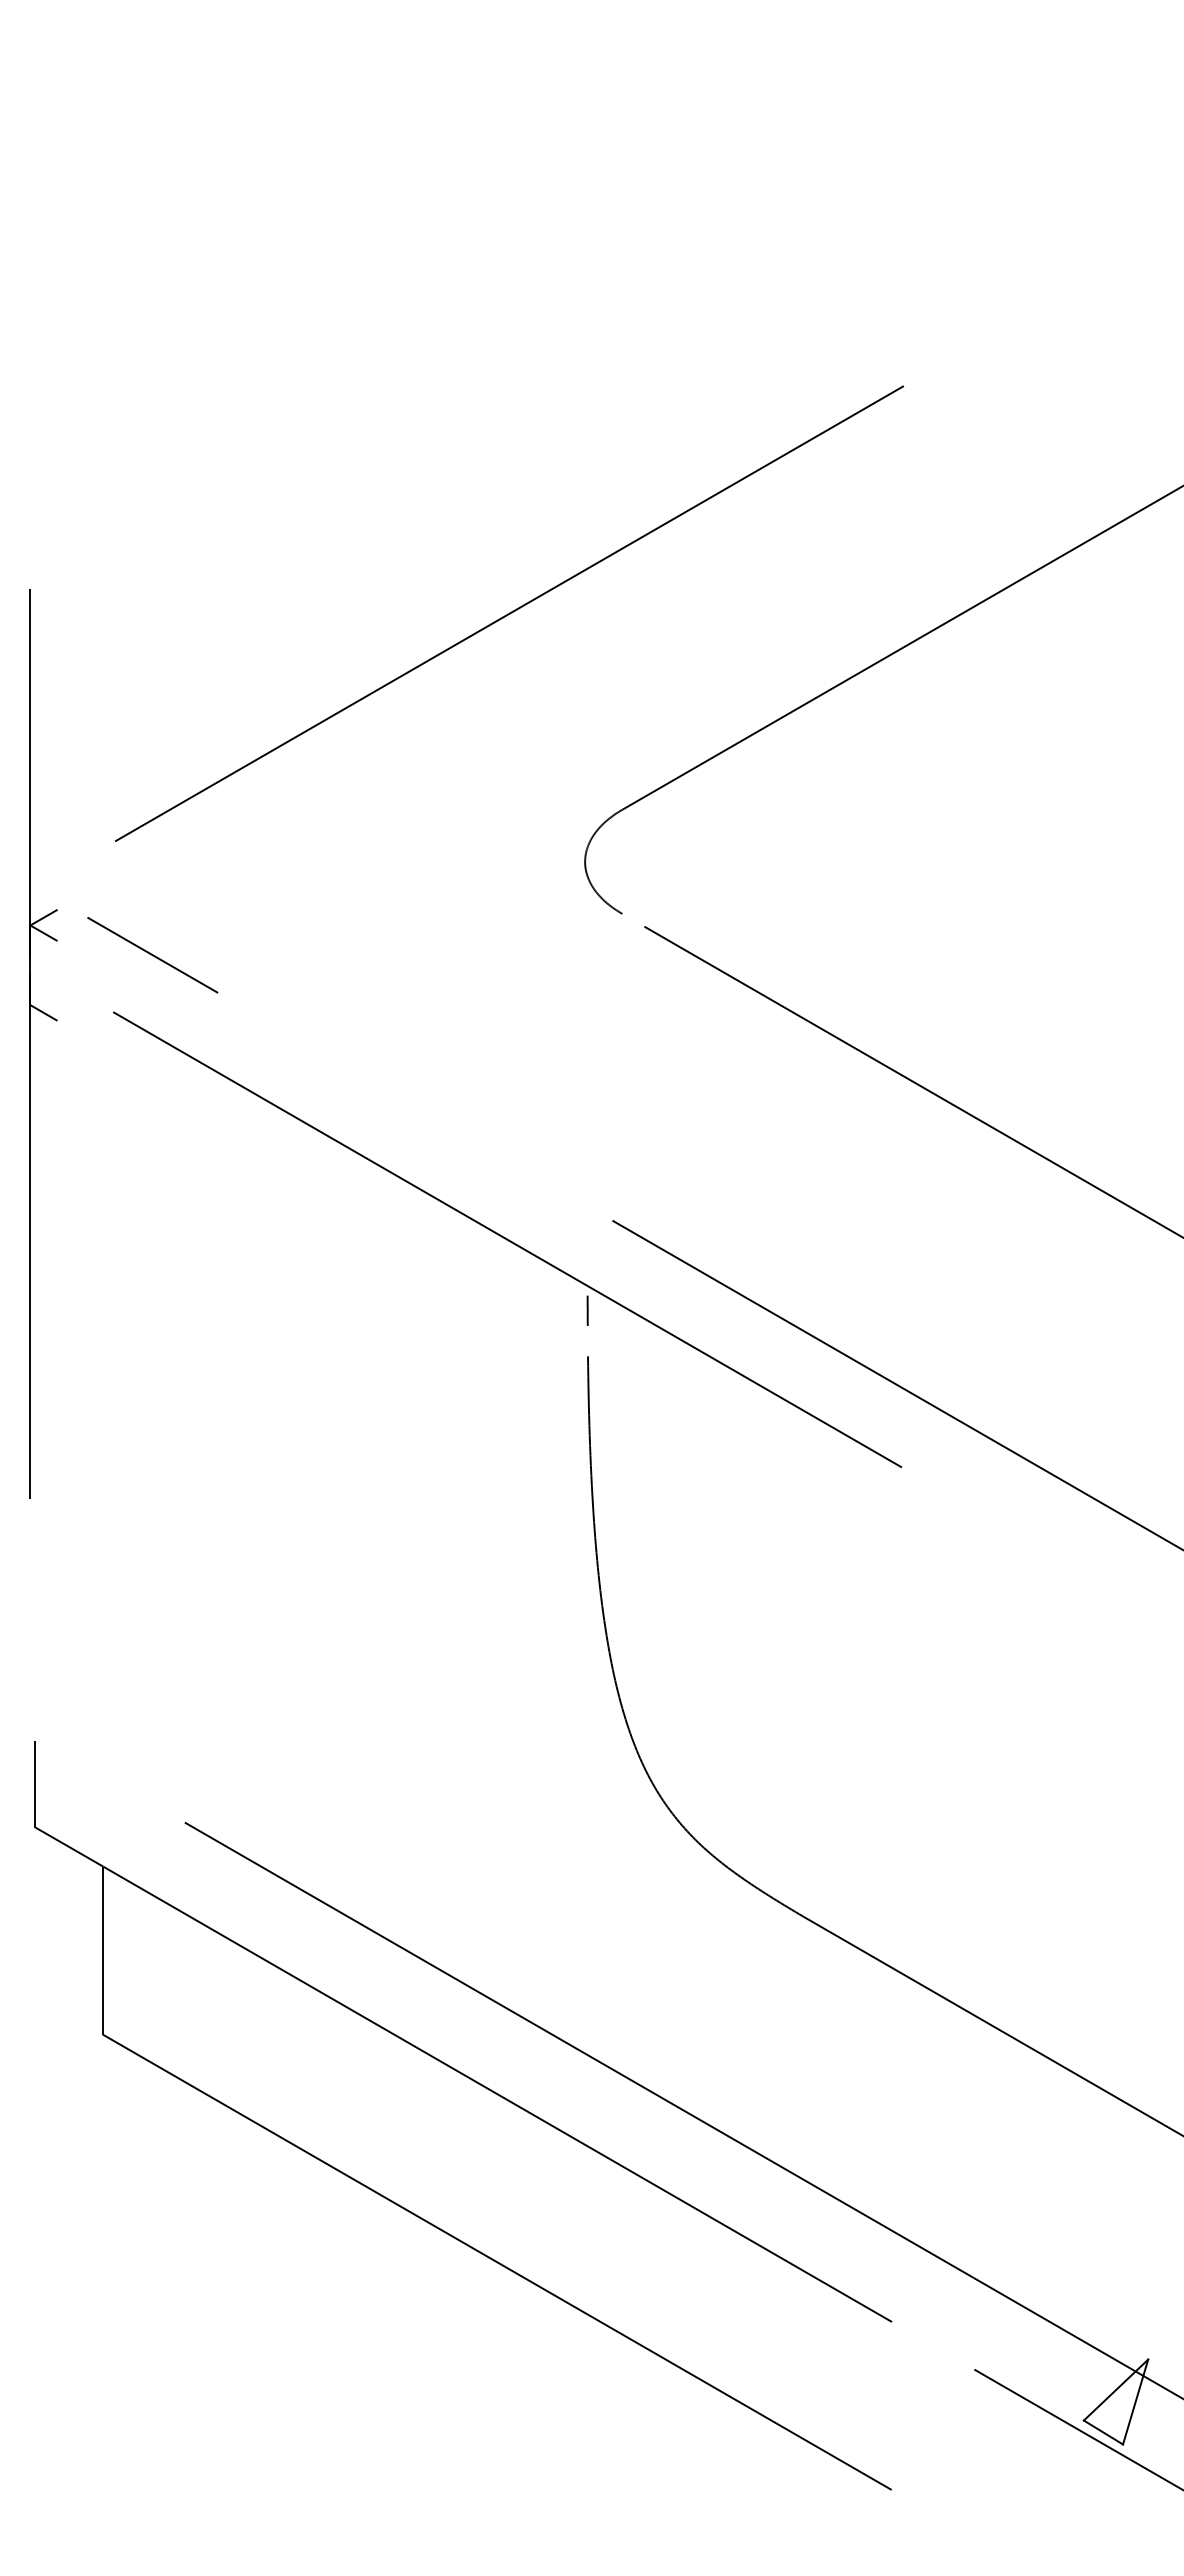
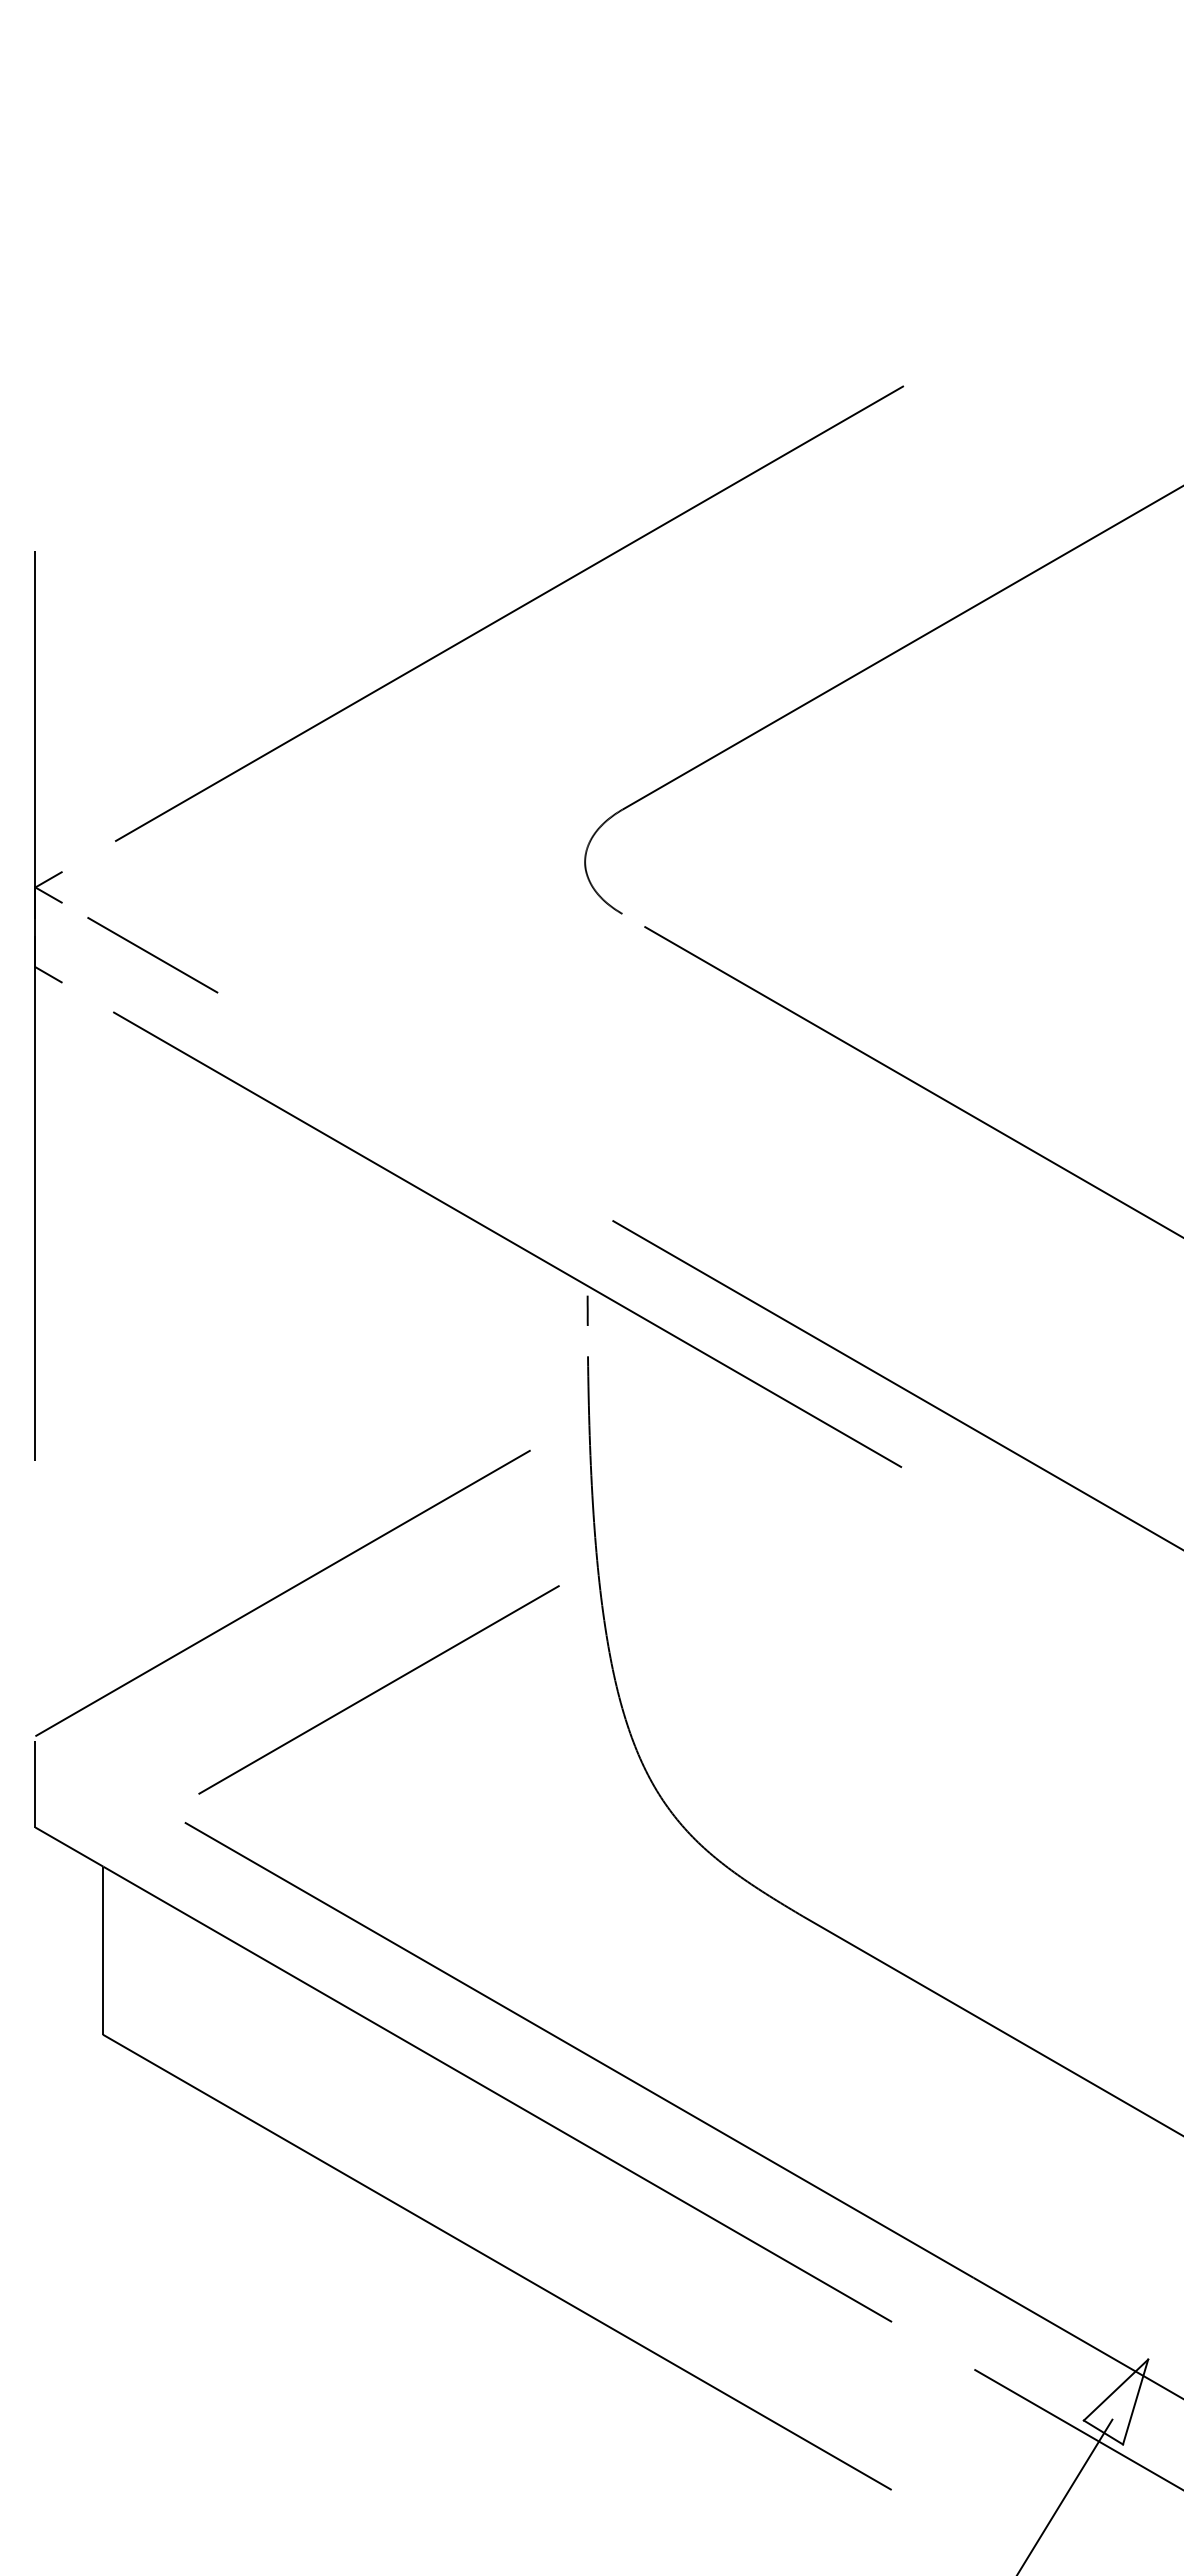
part at (30, 1043) position: (30, 1043) -> (35, 1005)
line at (282, 1593): none -> present
line at (378, 1689): none -> present
line at (1065, 2495): none -> present
